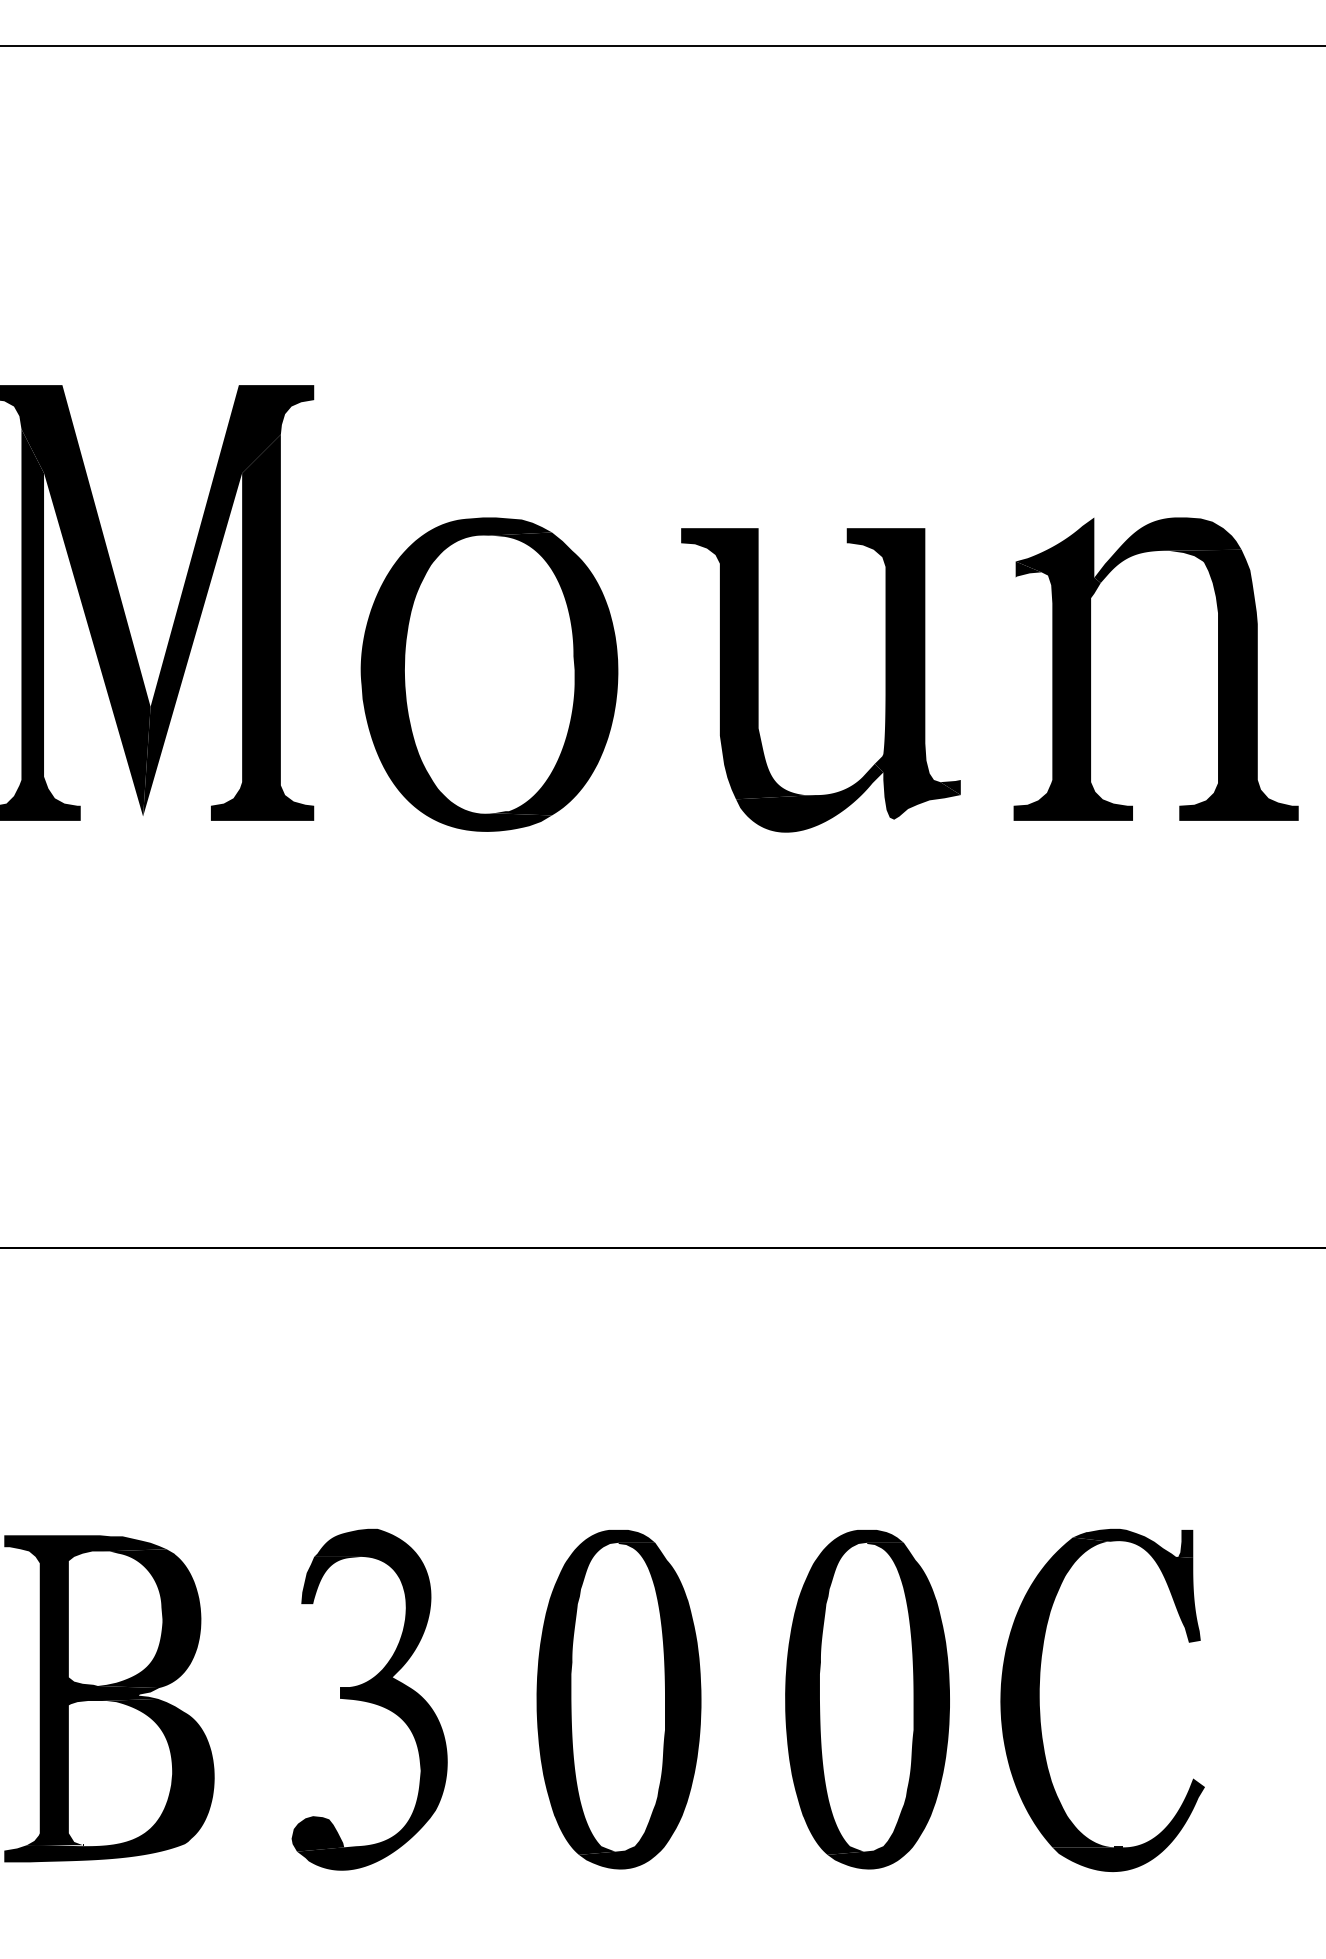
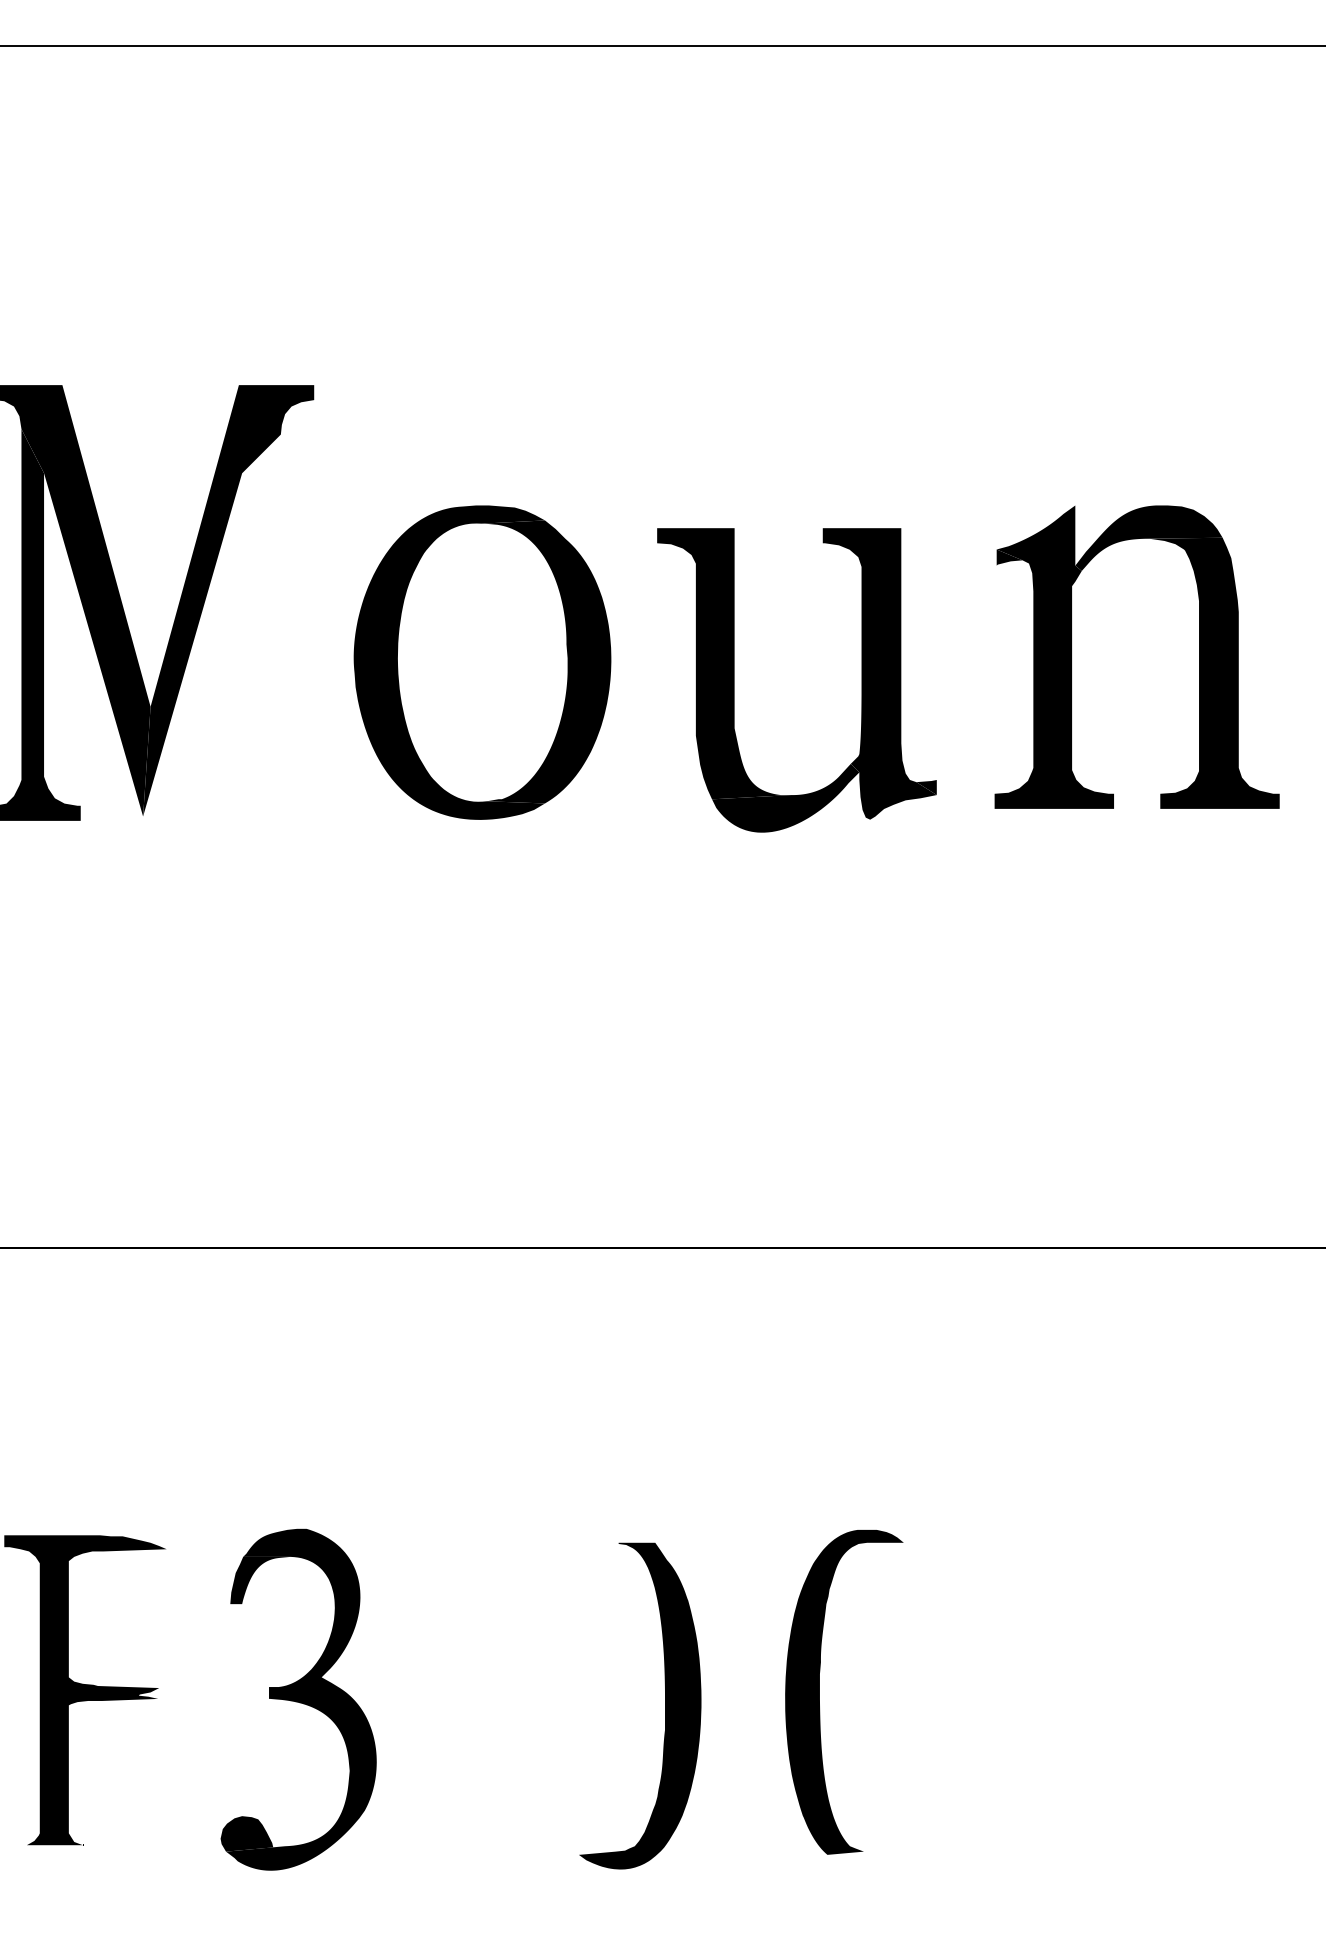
fill at (262, 627): present -> none
part at (1218, 668) position: (1218, 668) -> (1199, 656)
part at (489, 674) position: (489, 674) -> (482, 662)
part at (758, 680) position: (758, 680) -> (734, 680)
fill at (149, 1618): present -> none
fill at (595, 1691): present -> none
part at (369, 1699) position: (369, 1699) -> (298, 1699)
fill at (888, 1705): present -> none
part at (1040, 1711): present -> none
fill at (109, 1780): present -> none
